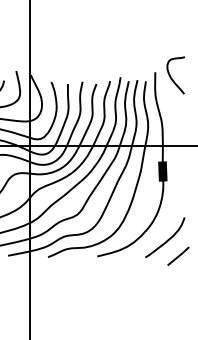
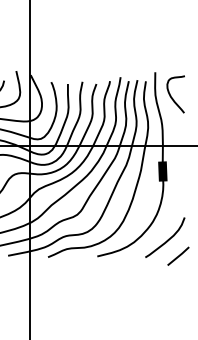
curve at (171, 76) position: (171, 76) -> (171, 95)
